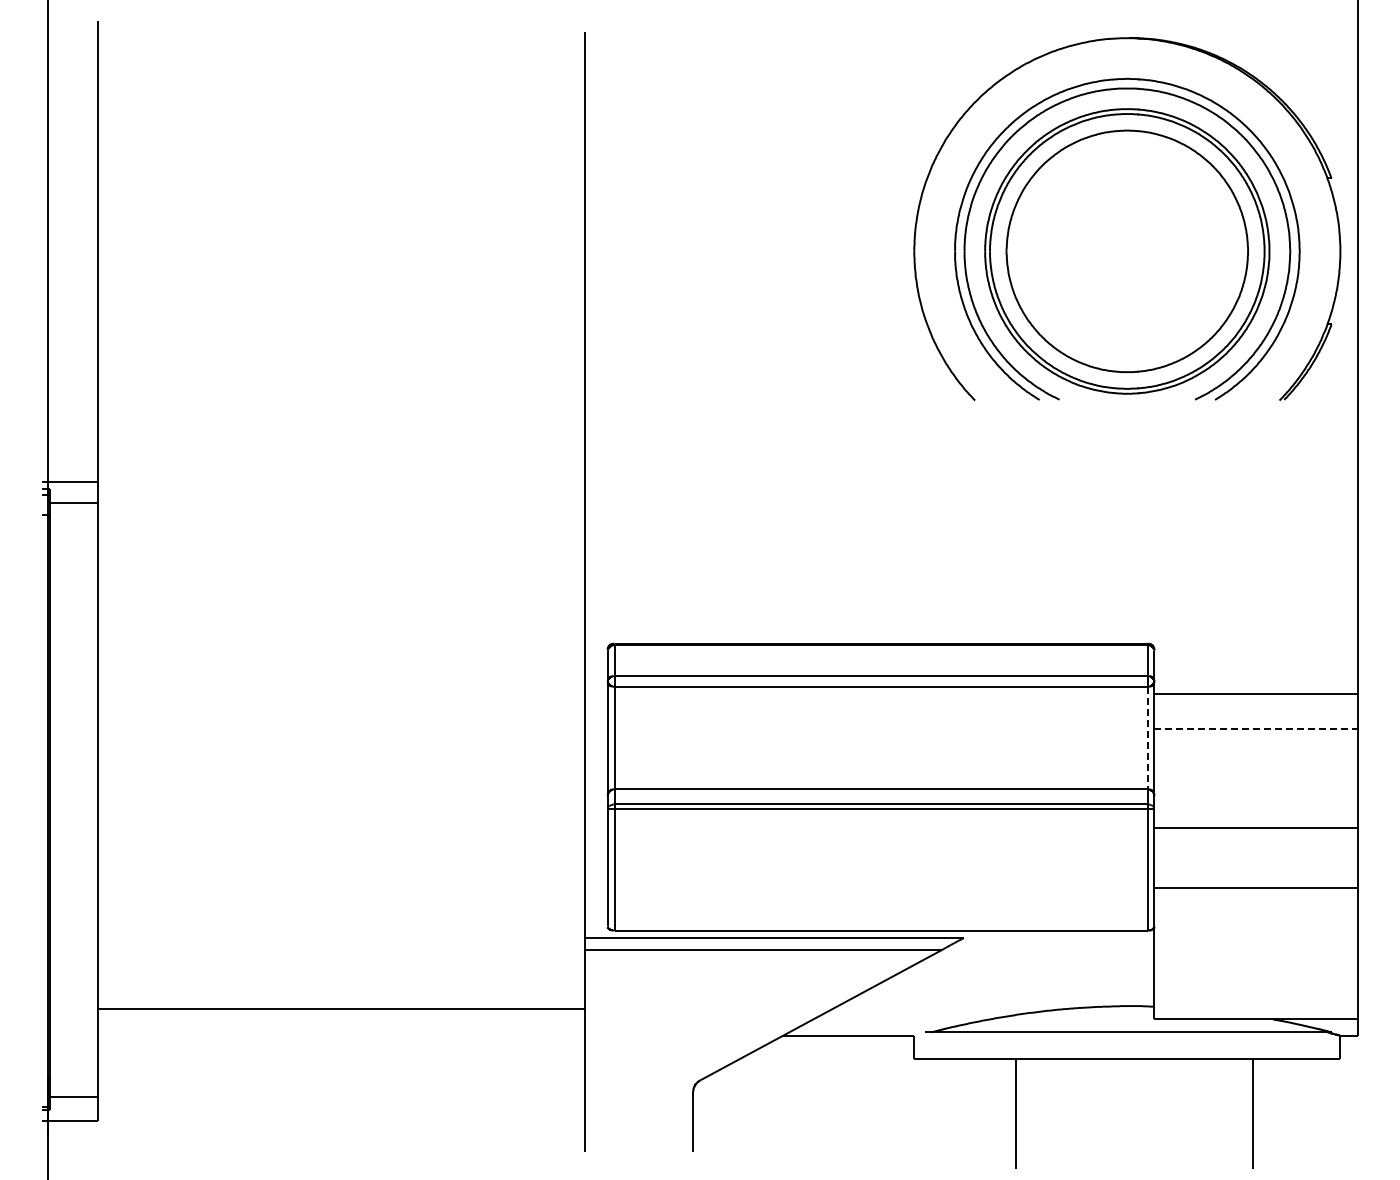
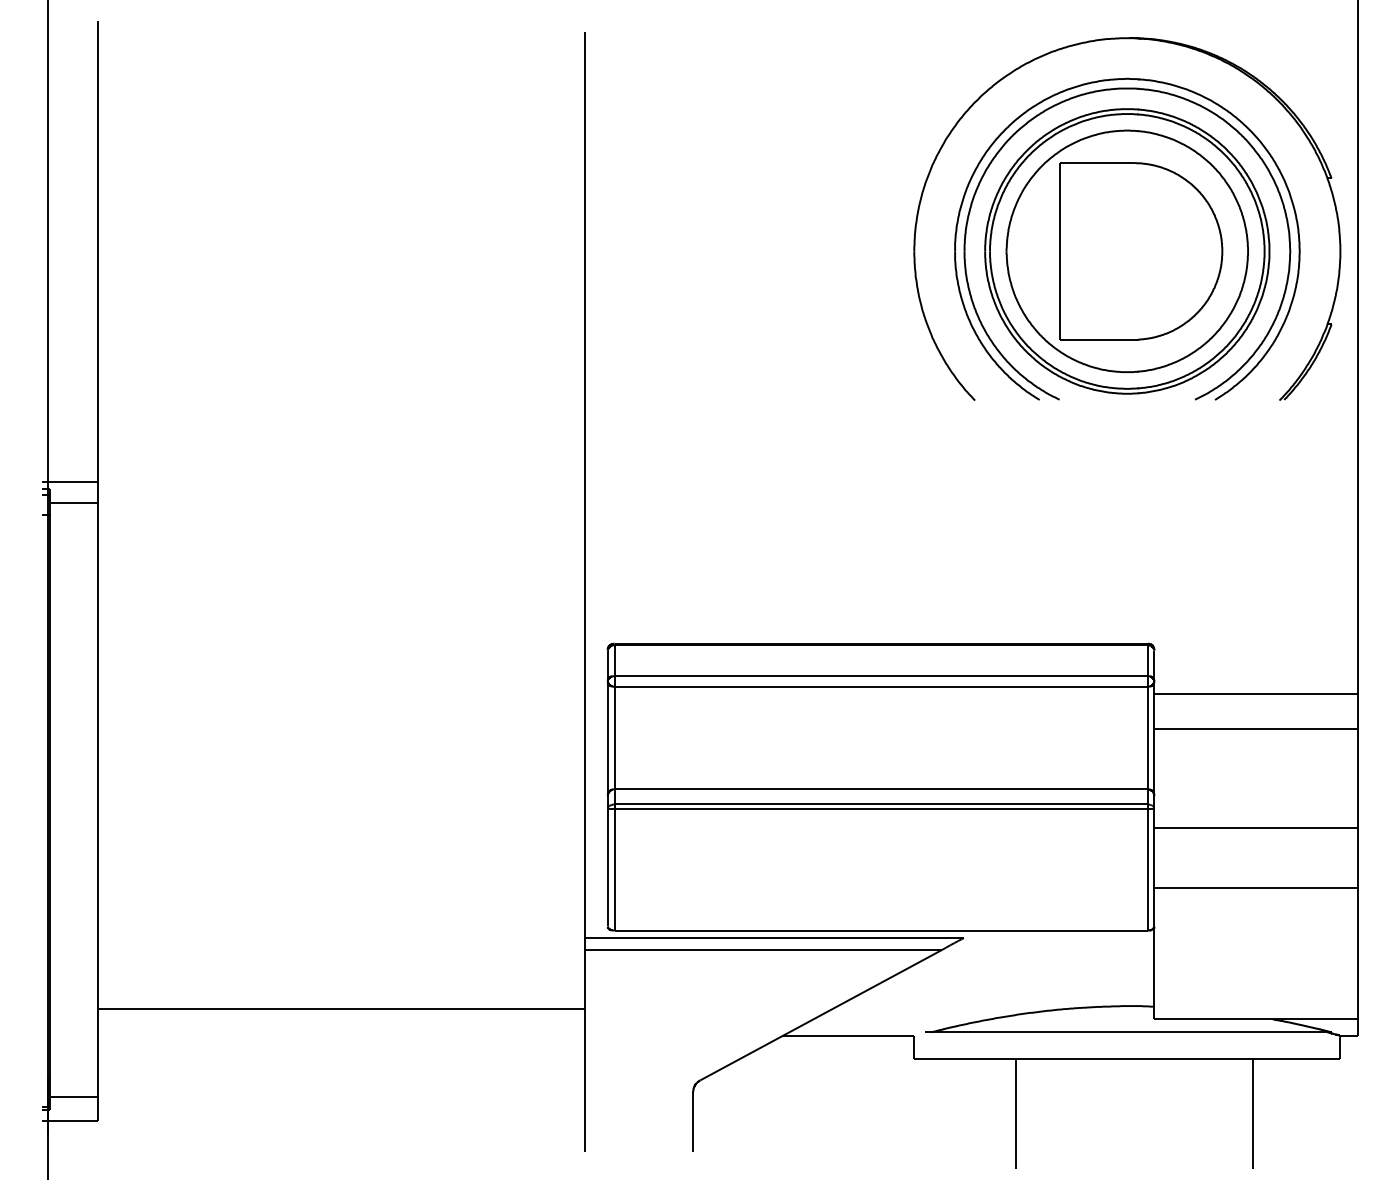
part at (1141, 251): none -> present
line at (1256, 729): dashed -> solid
line at (1147, 738): dashed -> solid
